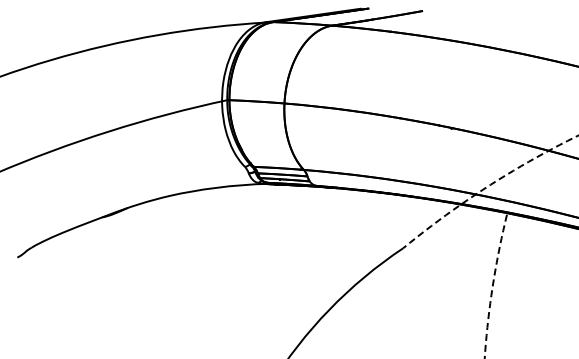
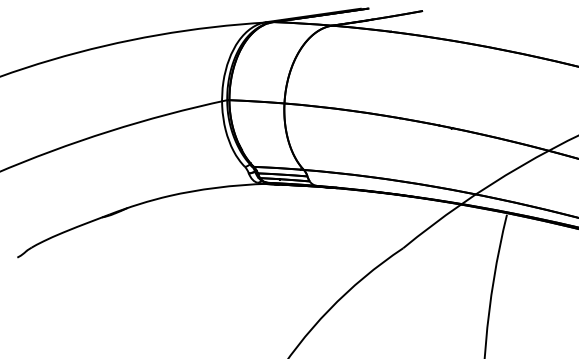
arc at (487, 187): dashed -> solid
arc at (492, 286): dashed -> solid
